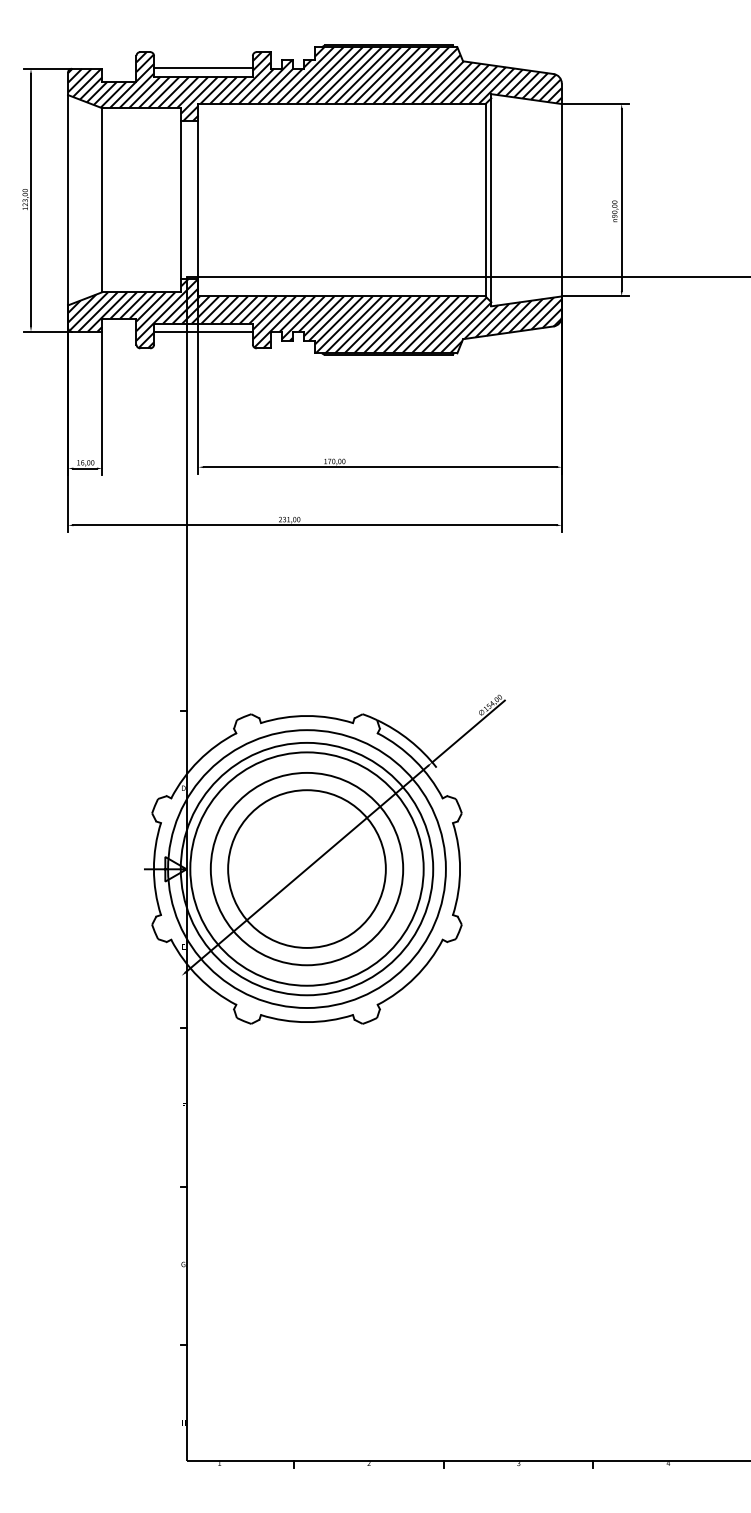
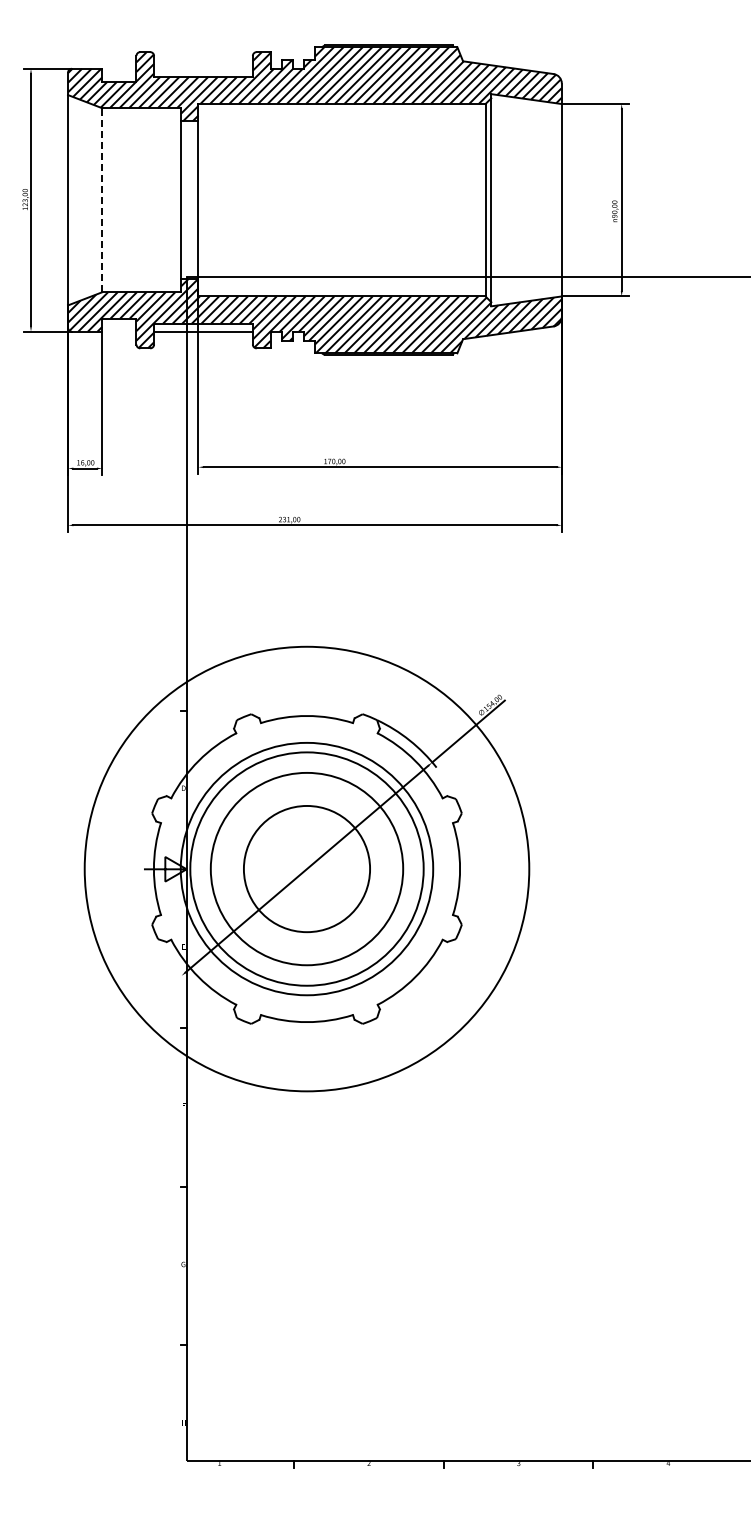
line at (203, 67): present -> none
line at (102, 199): solid -> dashed
circle at (306, 868) diameter: 158 px -> 126 px
circle at (306, 869) diameter: 278 px -> 445 px
